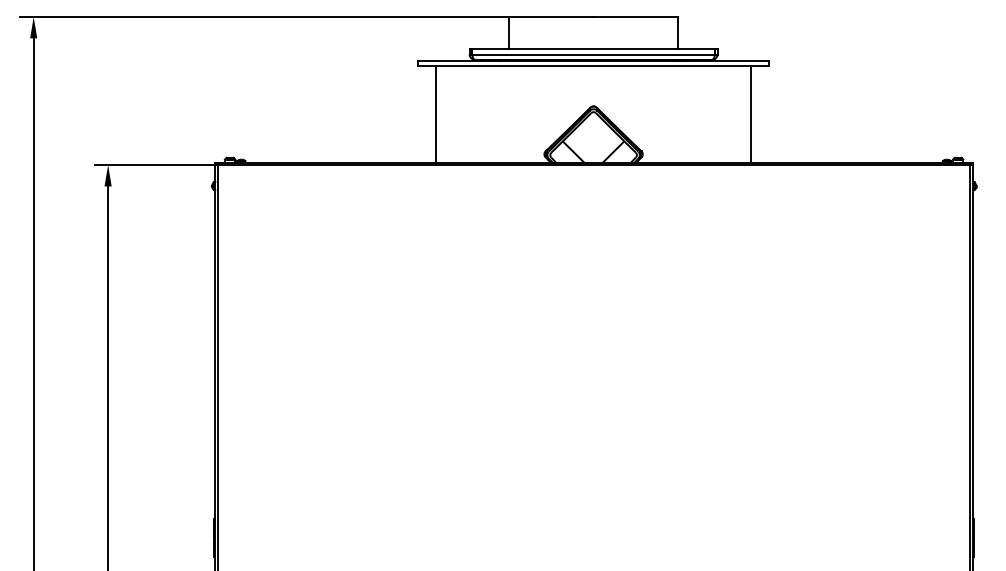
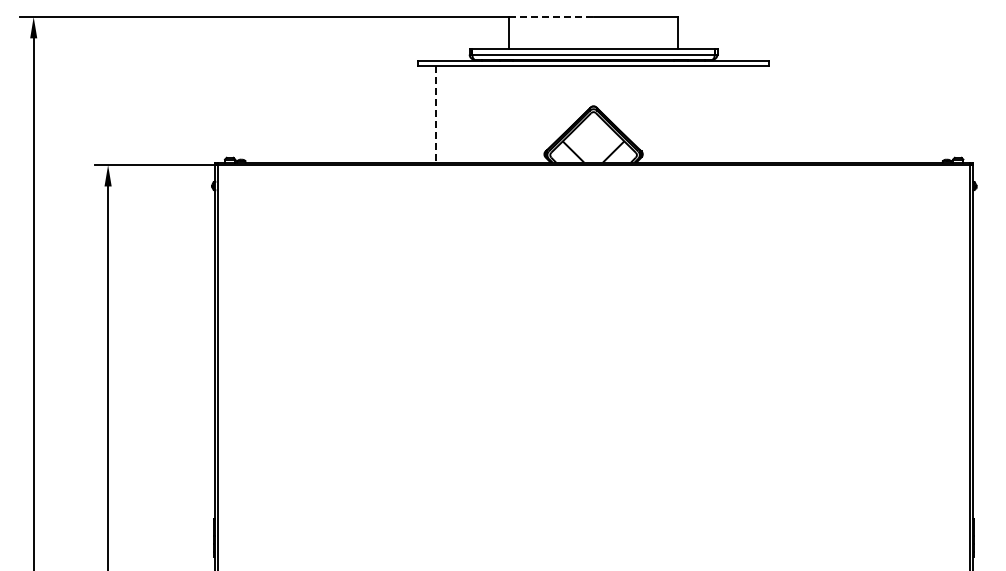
line at (551, 17): solid -> dashed
line at (750, 113): present -> none
line at (436, 114): solid -> dashed
